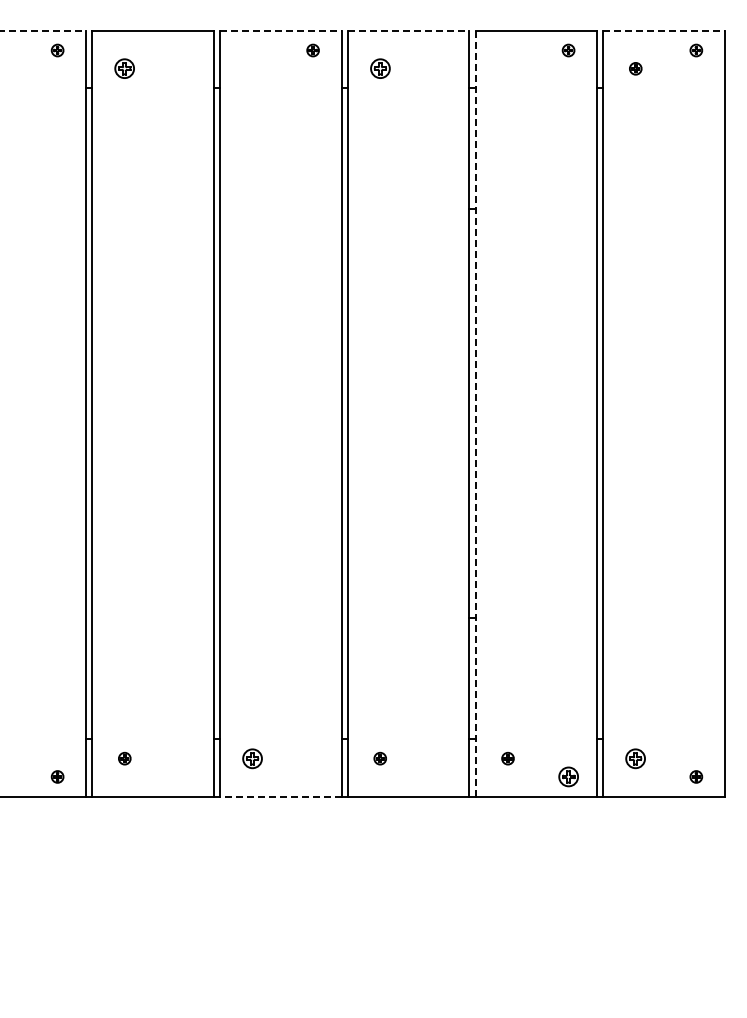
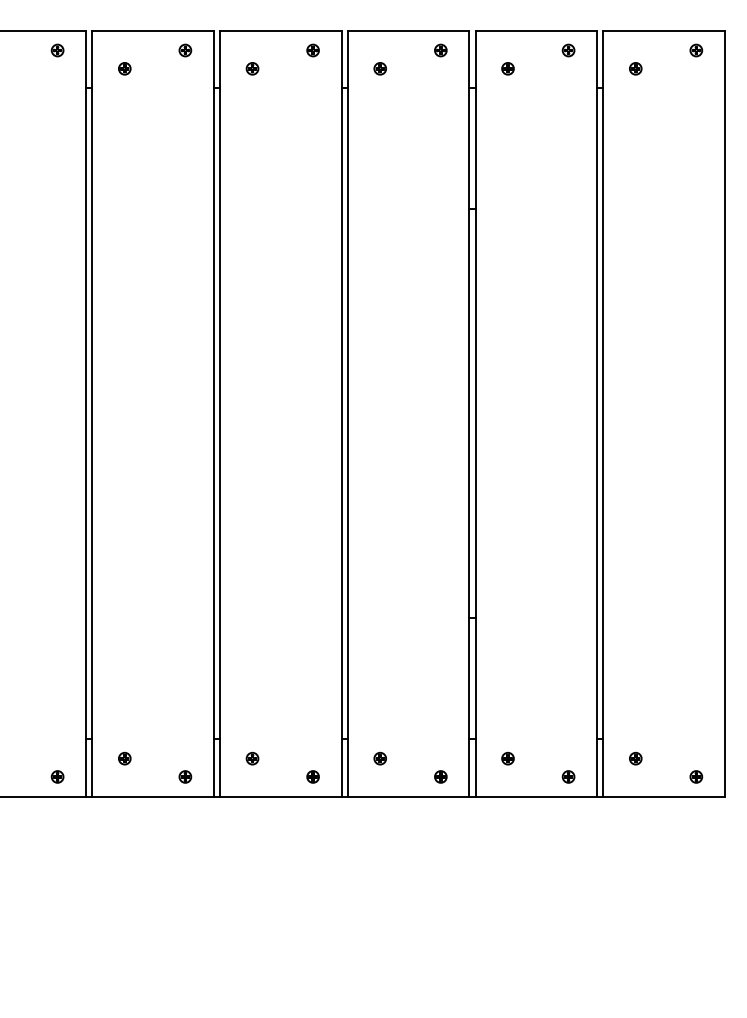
line at (43, 30): dashed -> solid
line at (280, 30): dashed -> solid
line at (408, 30): dashed -> solid
line at (664, 30): dashed -> solid
part at (185, 50): none -> present
part at (440, 50): none -> present
part at (124, 68) size: 21x21 px -> 14x14 px
part at (252, 68): none -> present
part at (380, 68) size: 21x21 px -> 14x14 px
part at (507, 68): none -> present
line at (475, 414): dashed -> solid
part at (252, 758) size: 21x22 px -> 15x15 px
part at (635, 758) size: 21x22 px -> 14x15 px
part at (185, 776): none -> present
part at (312, 776): none -> present
part at (440, 776): none -> present
part at (568, 776) size: 21x22 px -> 15x14 px
line at (280, 796): dashed -> solid
